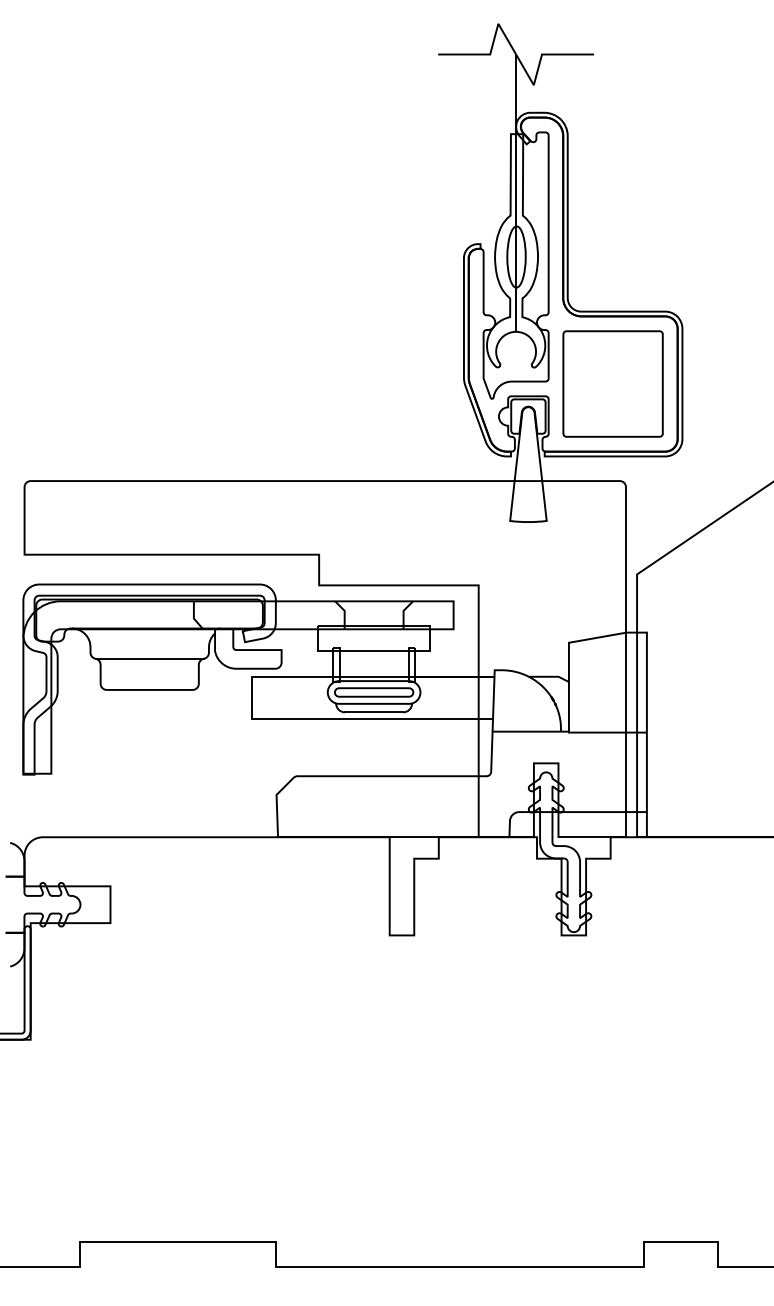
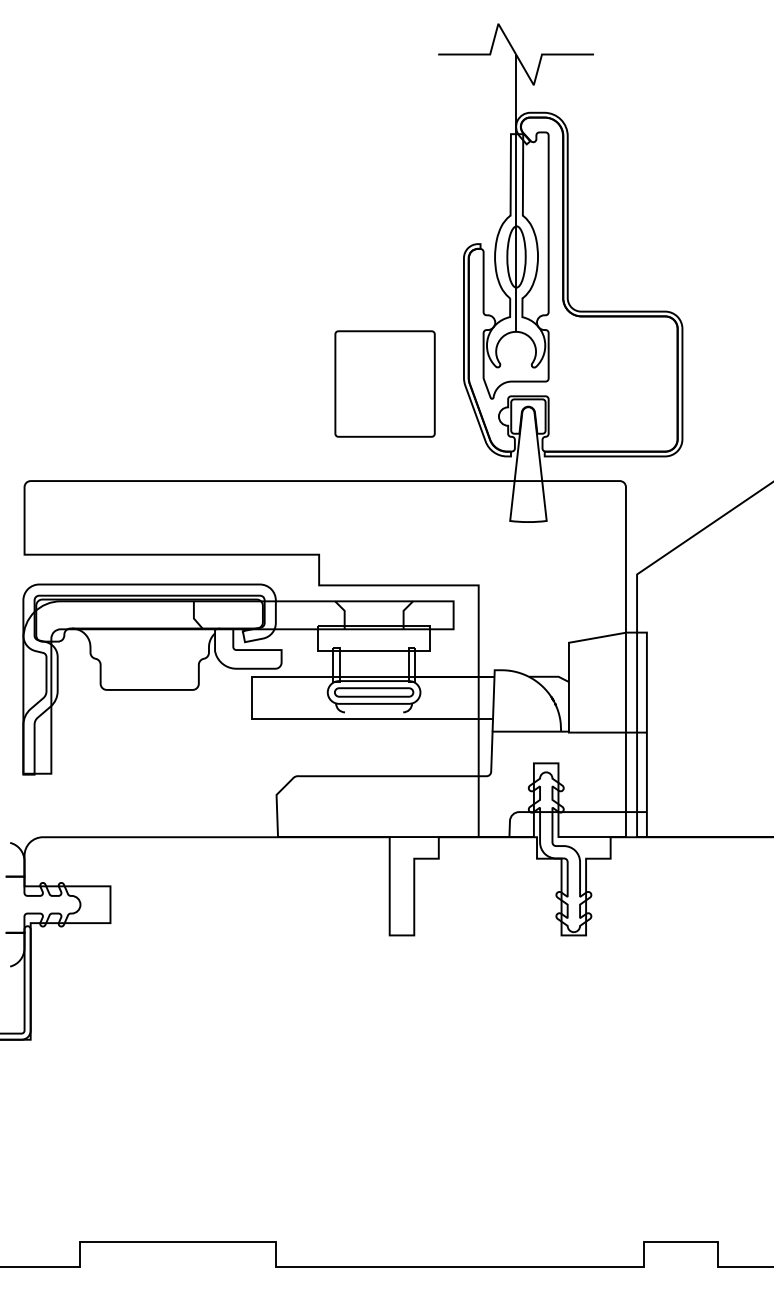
part at (612, 383) position: (612, 383) -> (384, 383)
line at (149, 658): present -> none
line at (374, 712): present -> none
